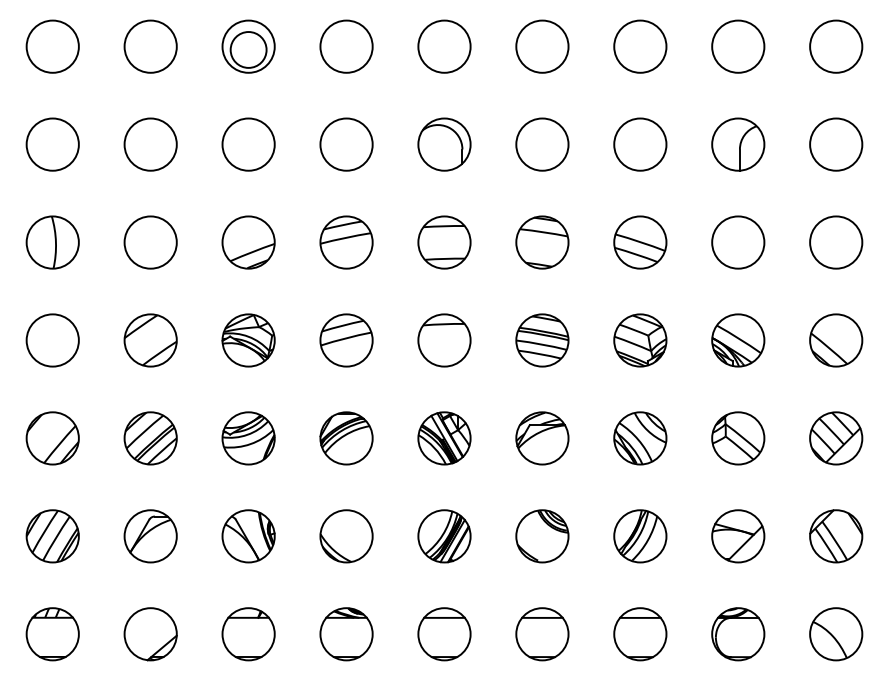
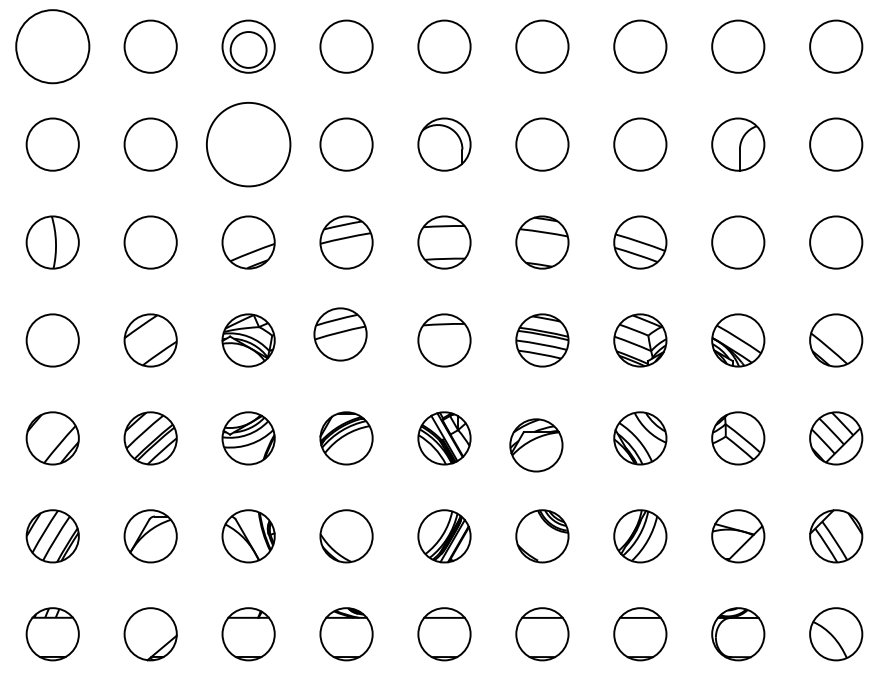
circle at (52, 46) diameter: 52 px -> 73 px
circle at (248, 144) diameter: 52 px -> 84 px
part at (346, 340) position: (346, 340) -> (340, 334)
part at (542, 438) position: (542, 438) -> (536, 445)
